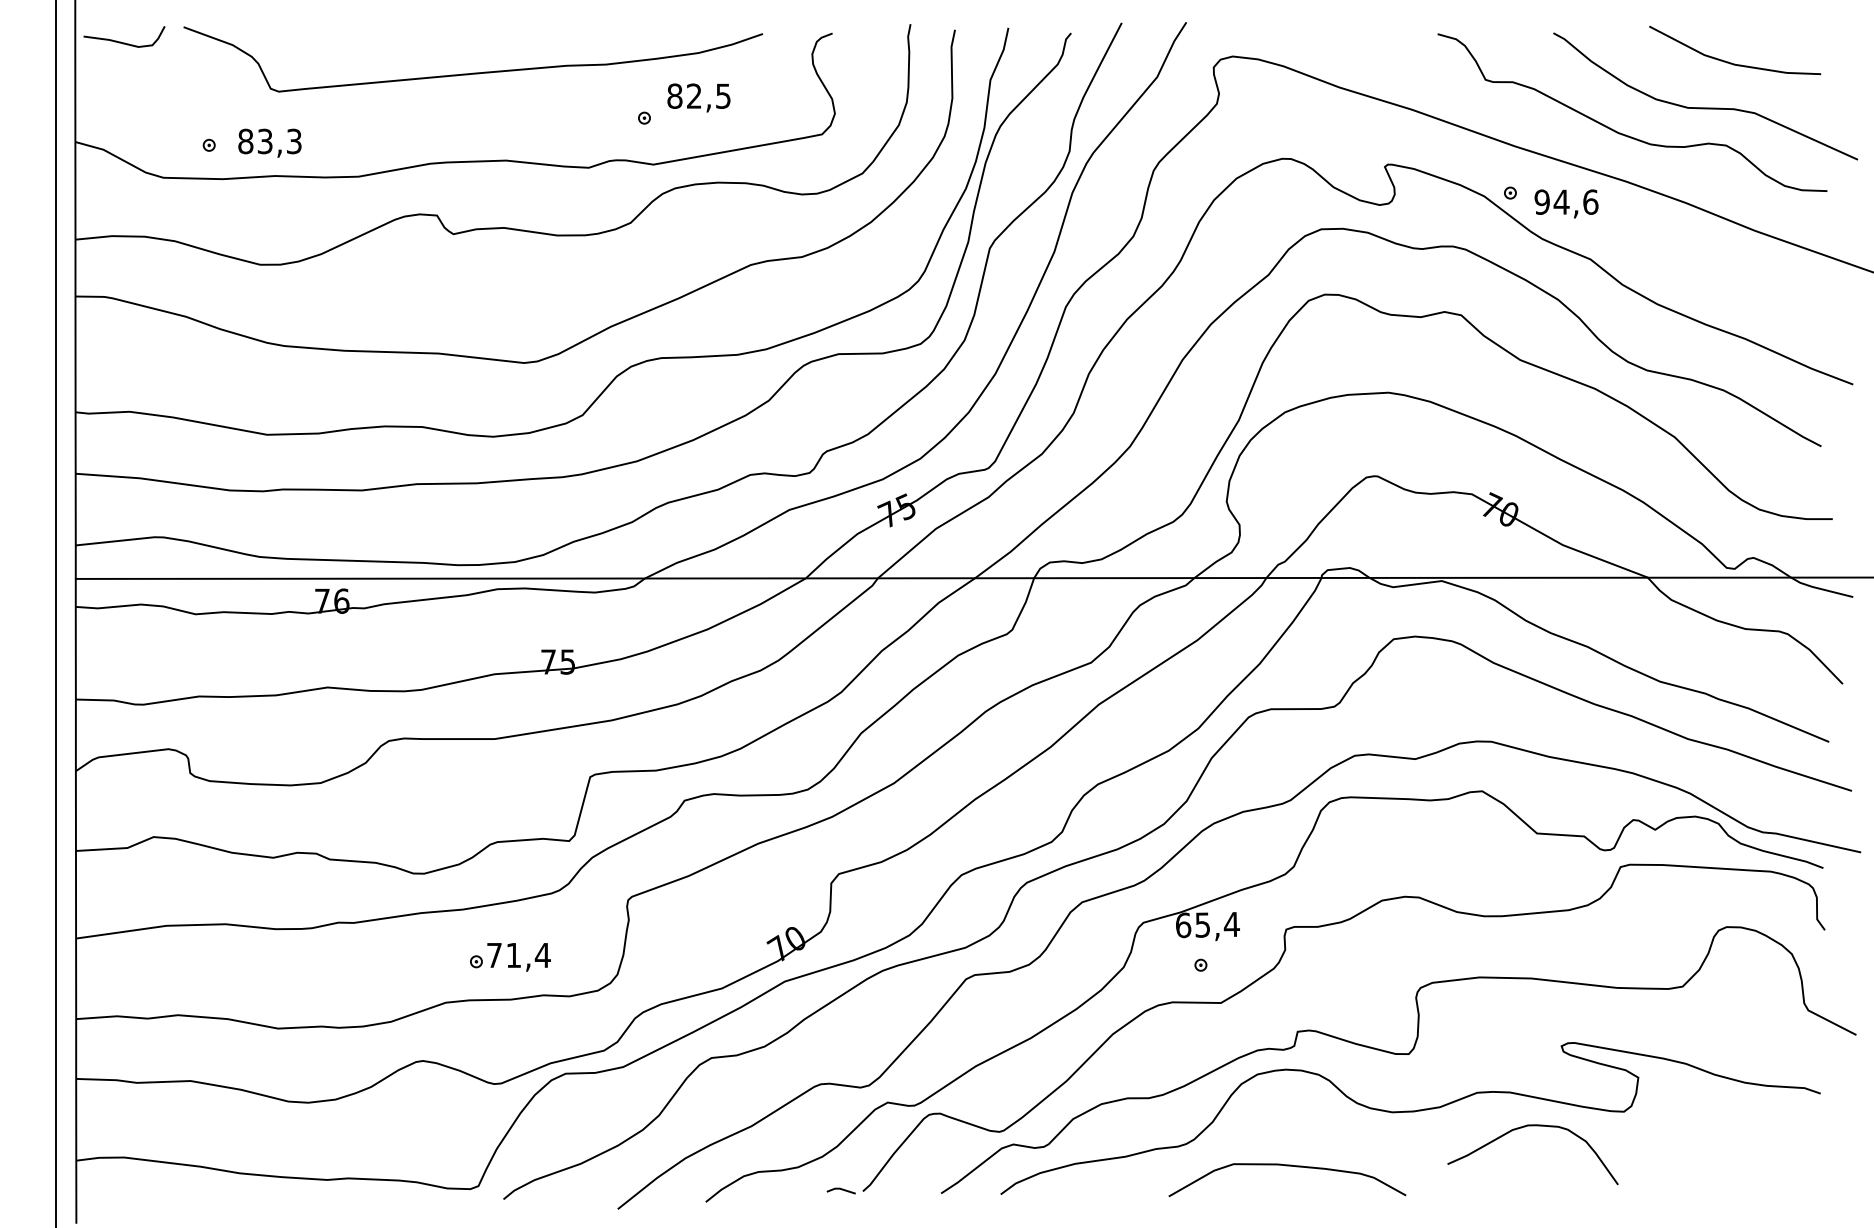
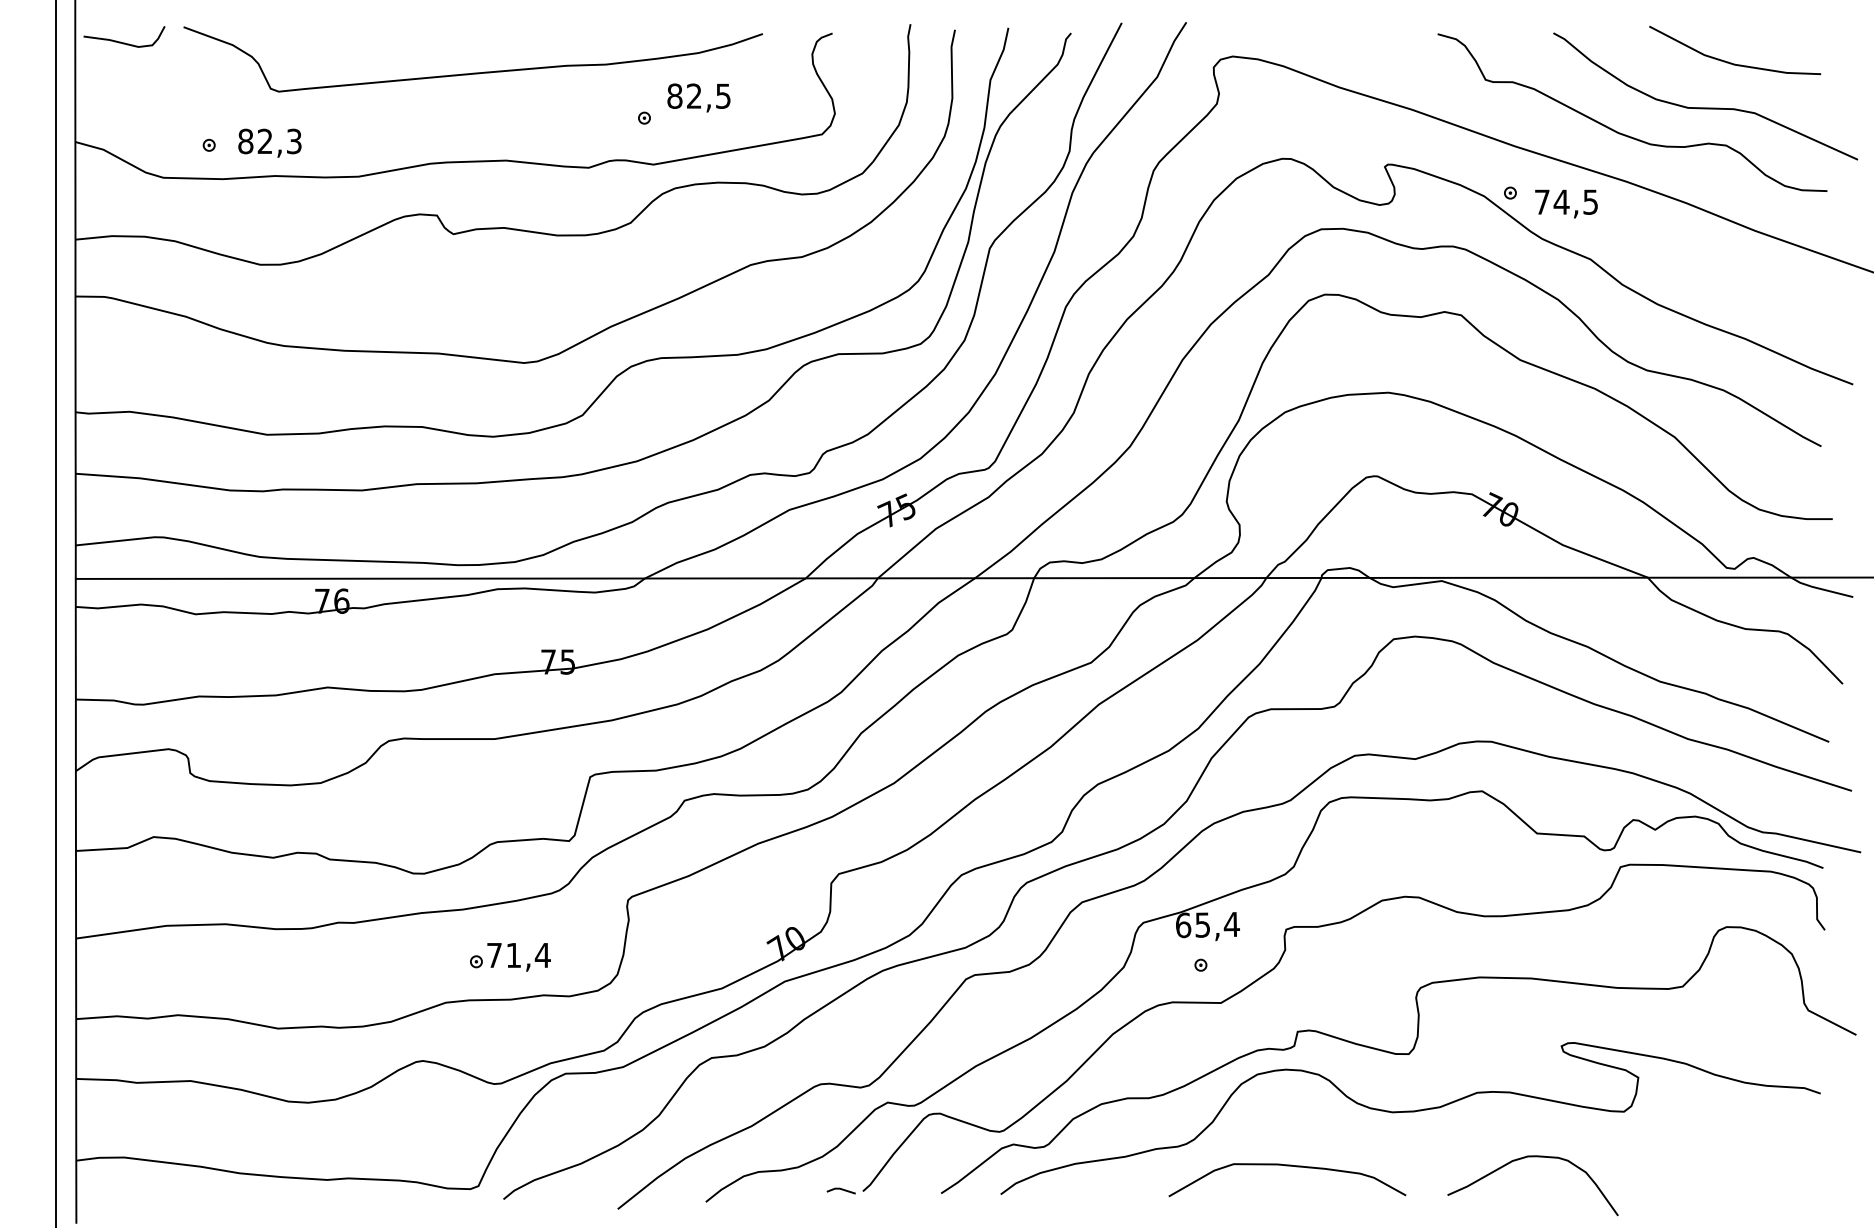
text at (264, 141): 83,3 -> 82,3
text at (1566, 201): 94,6 -> 74,5
curve at (1525, 1127) position: (1525, 1127) -> (1525, 1158)
